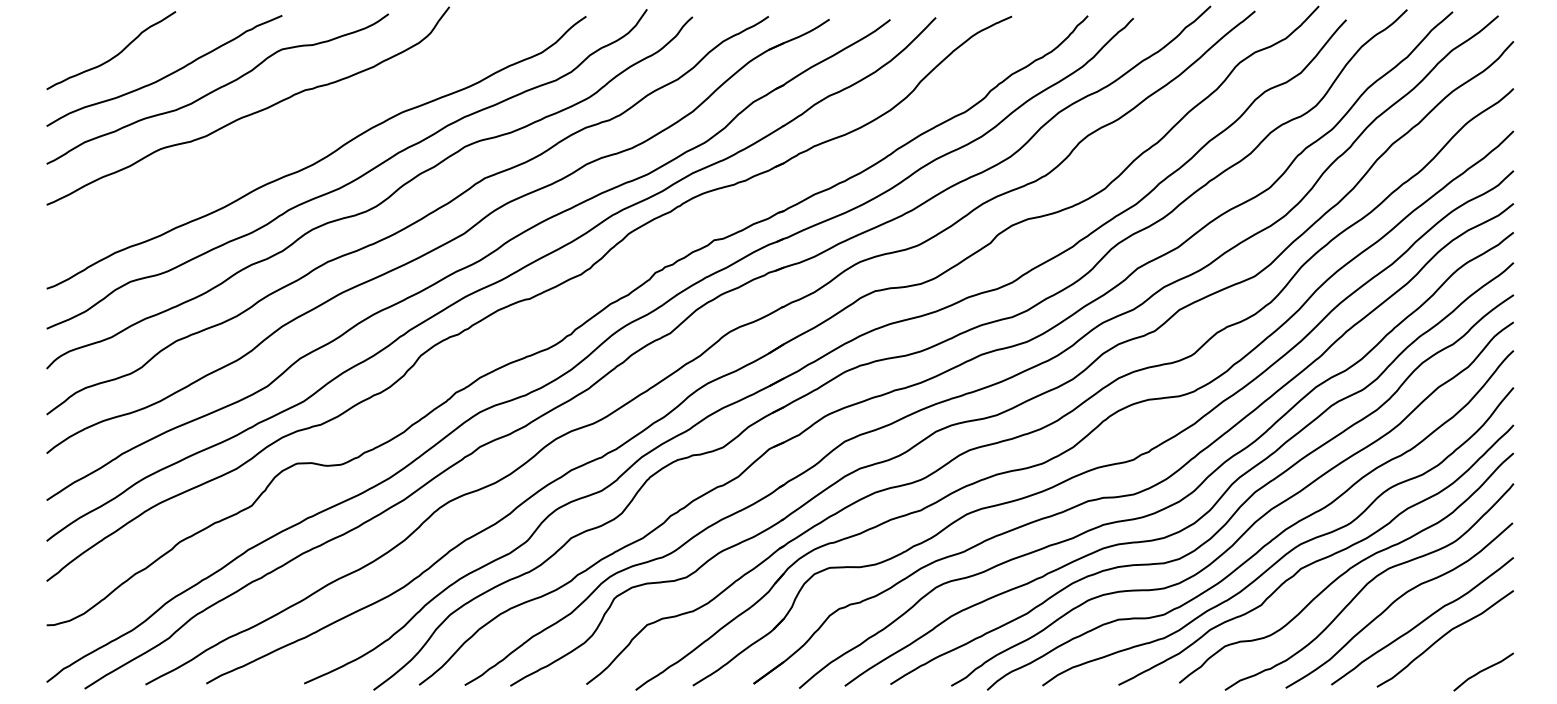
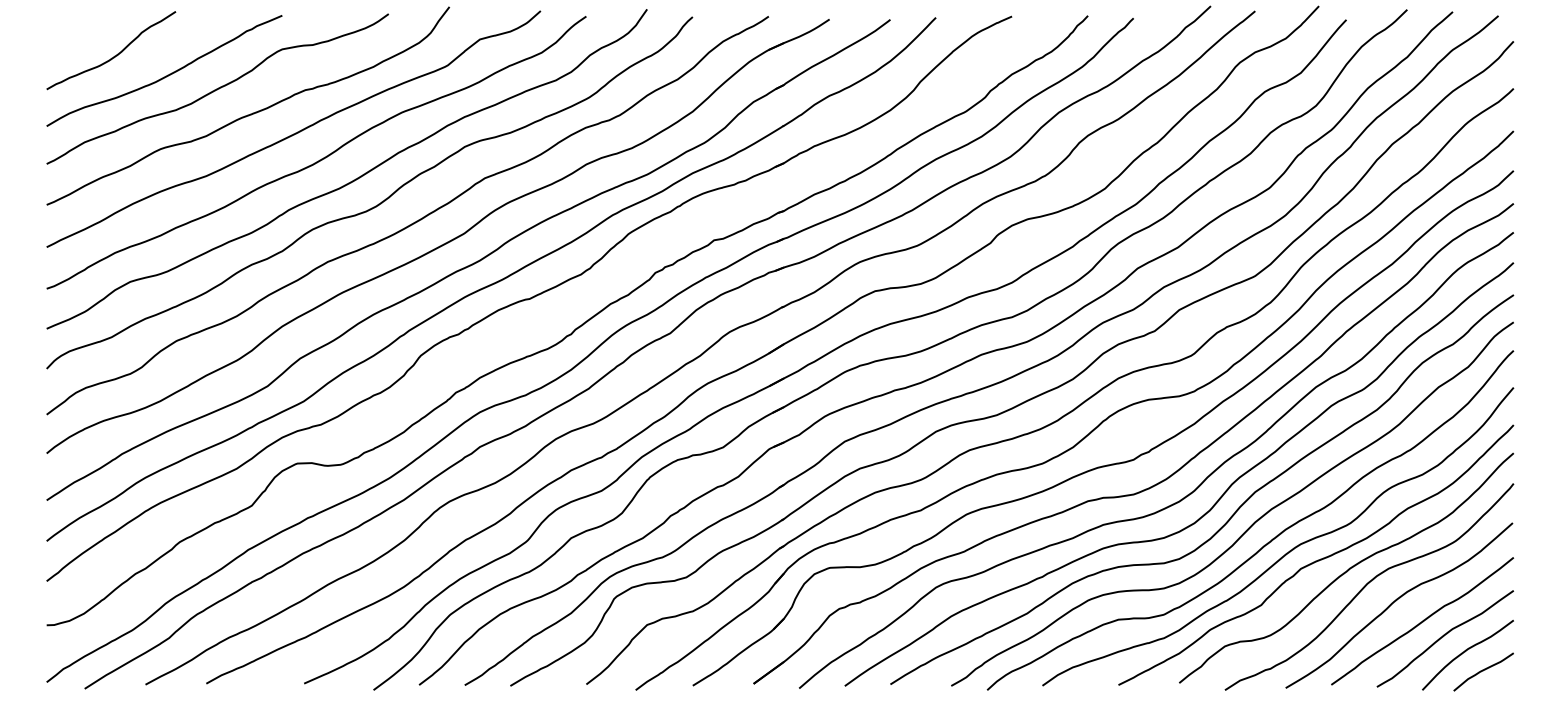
curve at (295, 132): none -> present
curve at (1465, 652): none -> present
